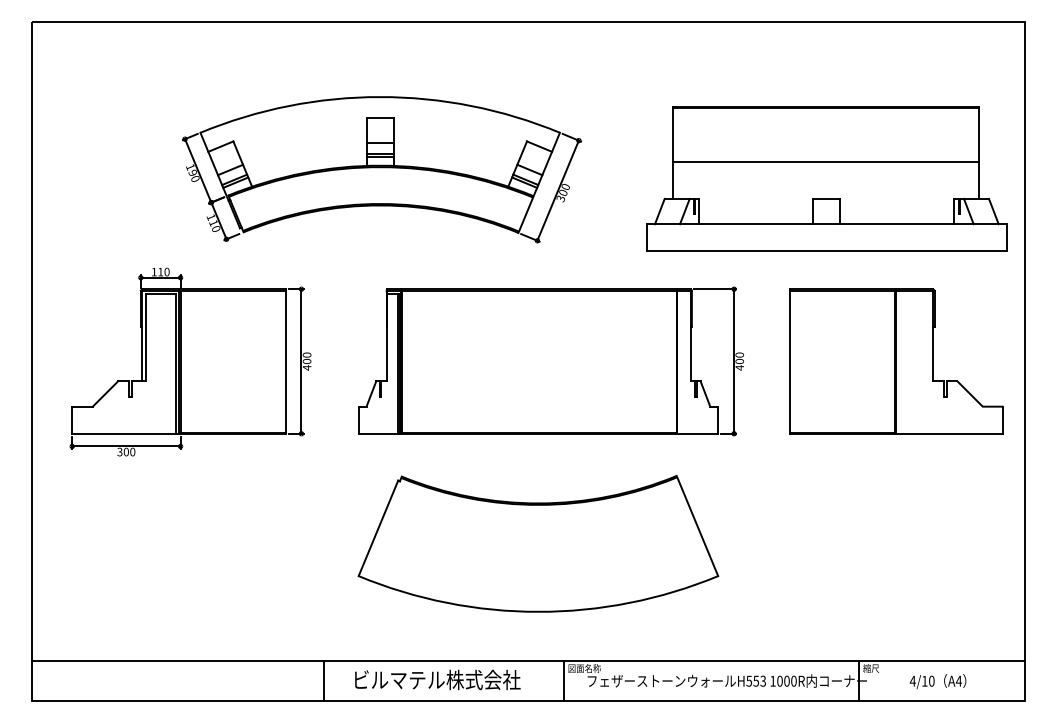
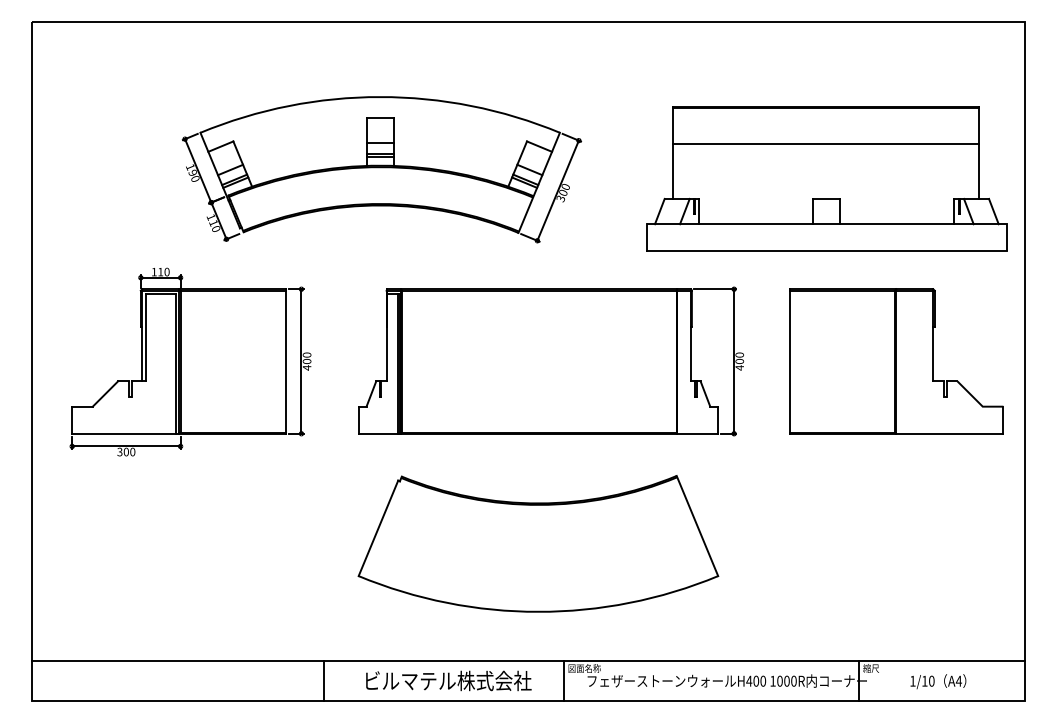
line at (825, 162) position: (825, 162) -> (825, 144)
text at (437, 679) position: (437, 679) -> (448, 680)
text at (756, 680): H553 -> H400
text at (912, 680): 4/10 -> 1/10
